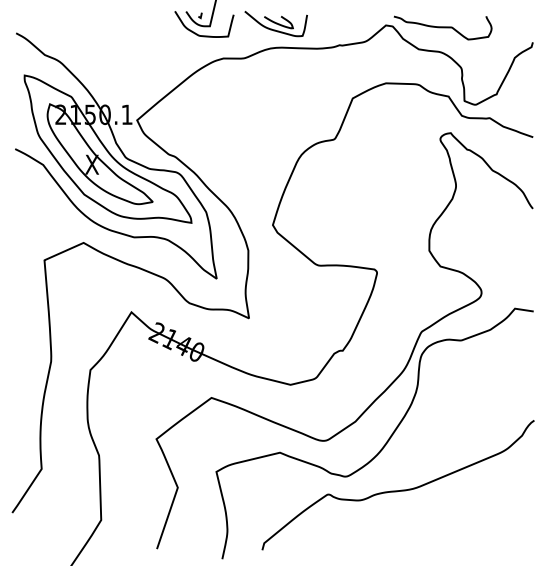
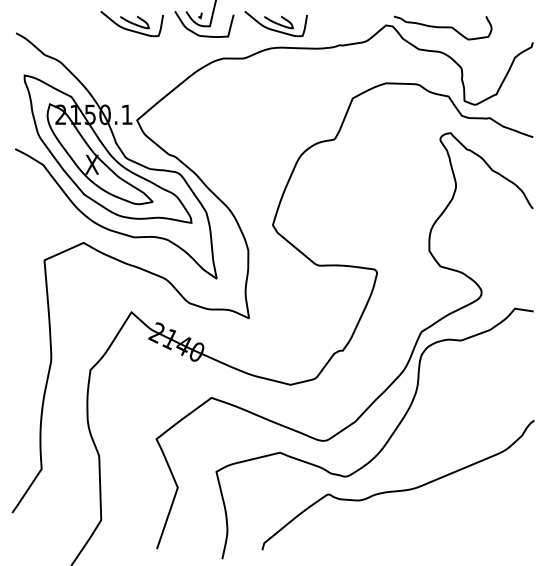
part at (131, 24): none -> present
